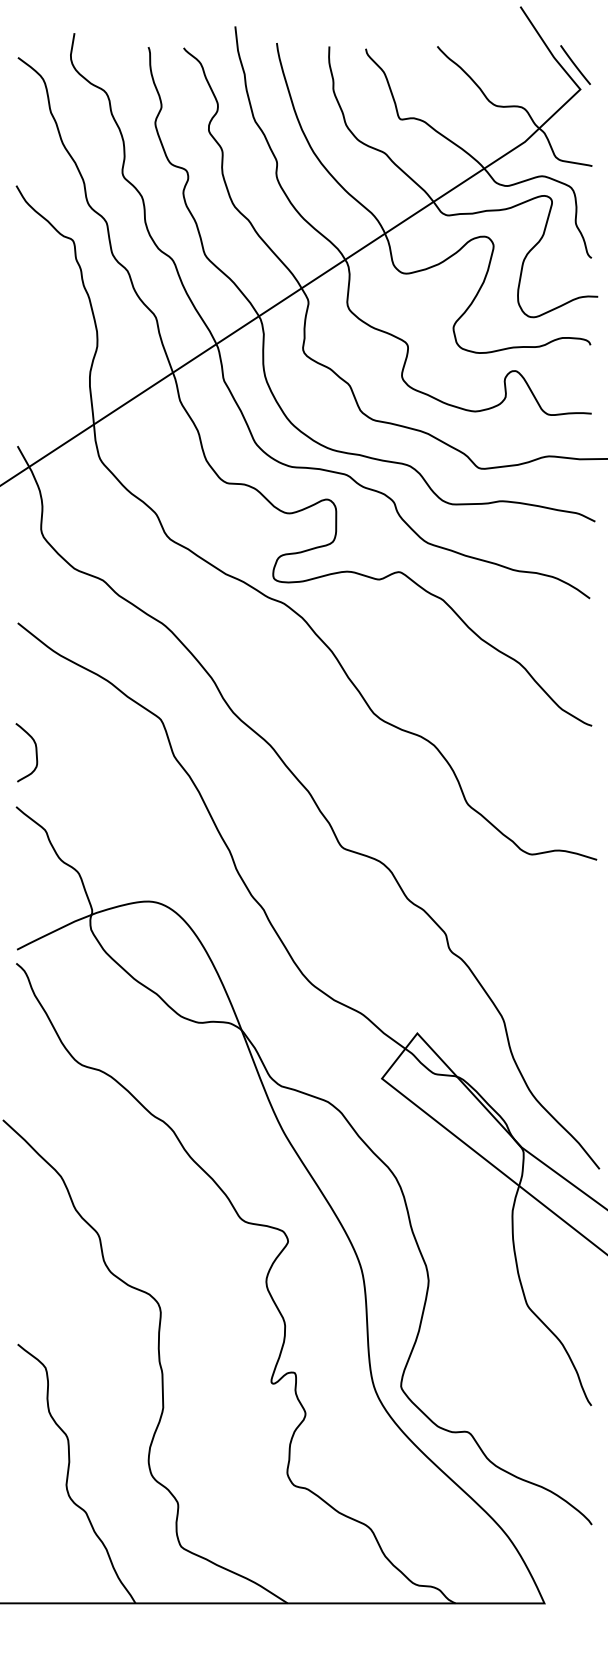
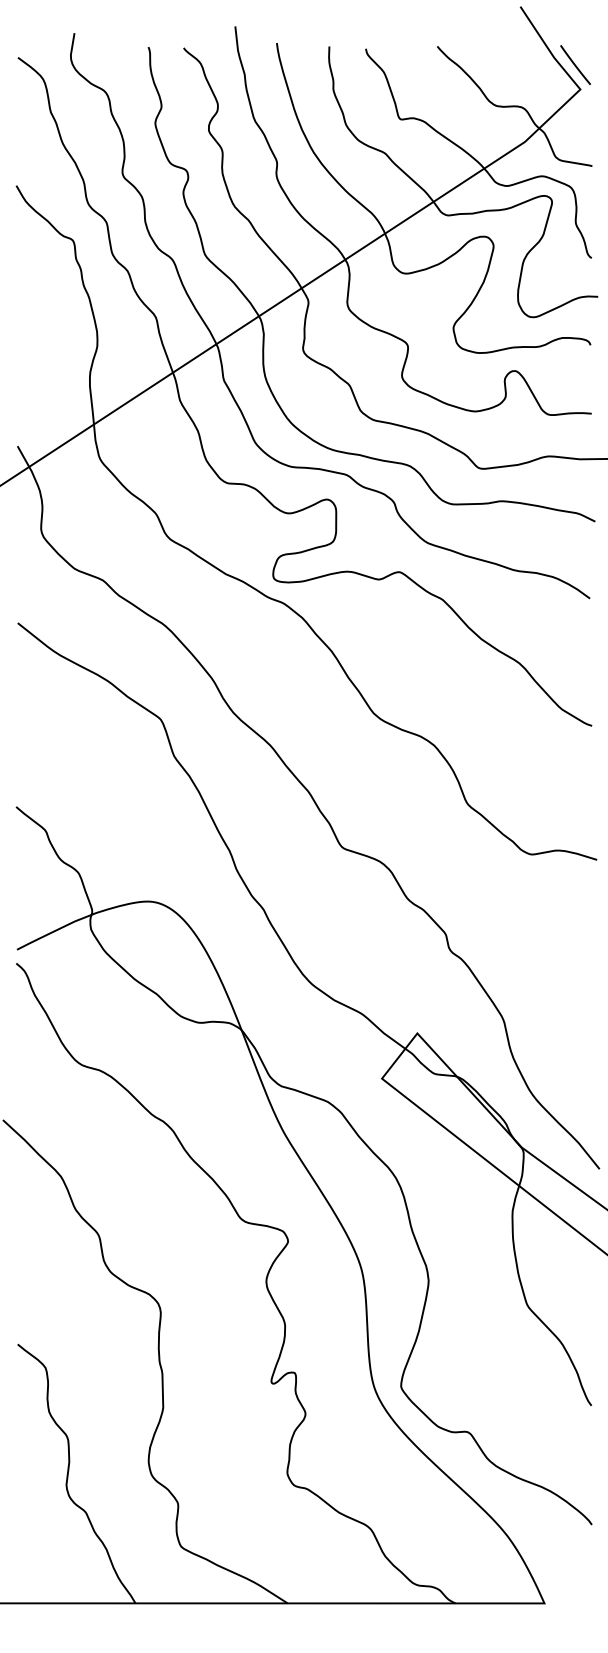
curve at (35, 752): present -> none
